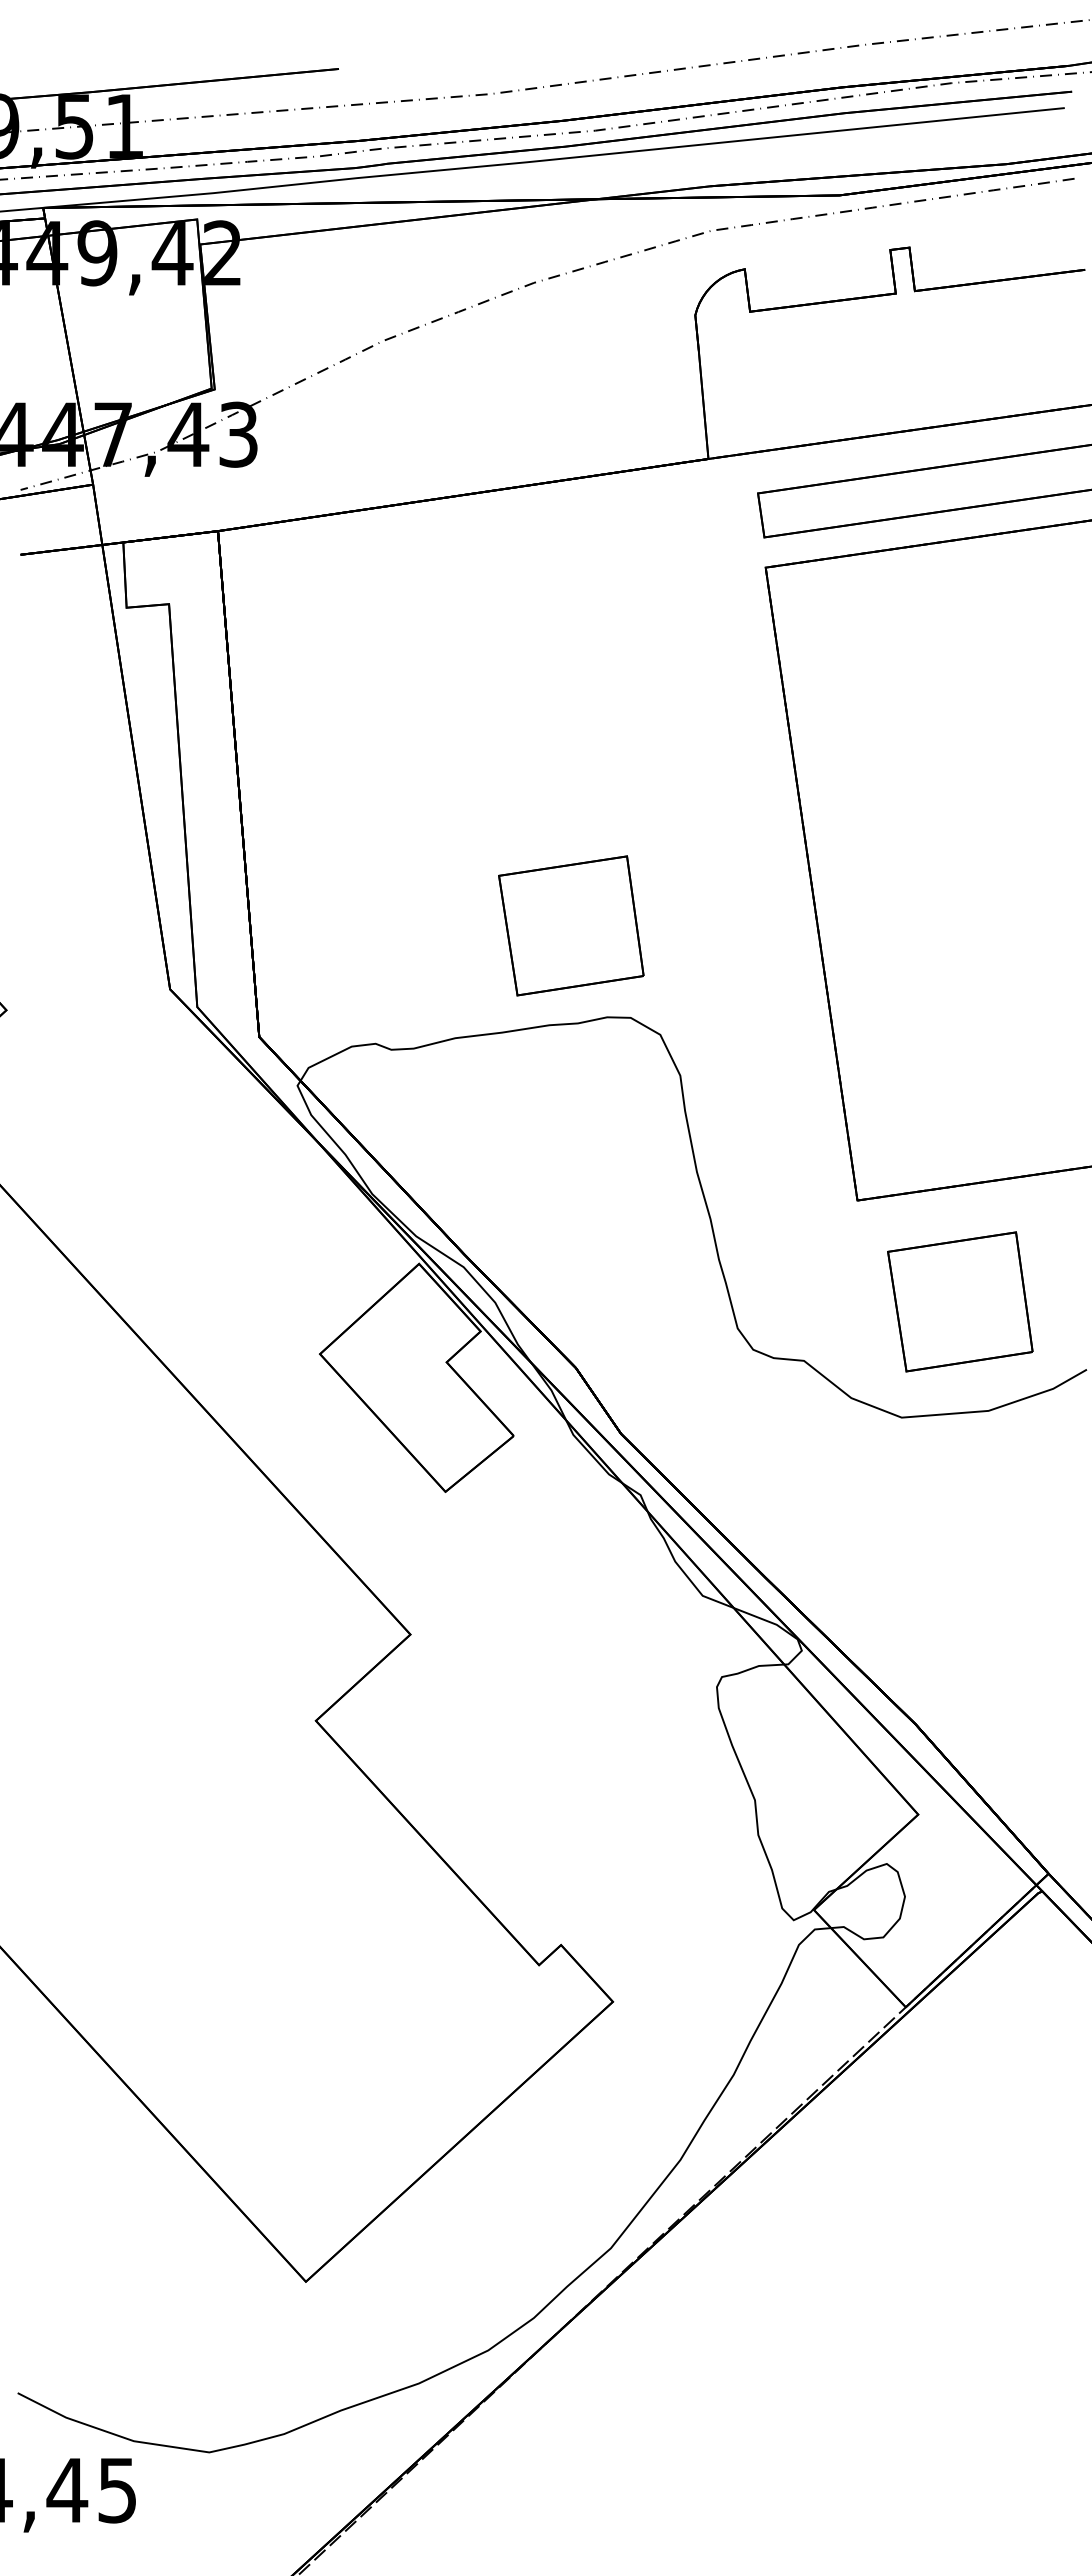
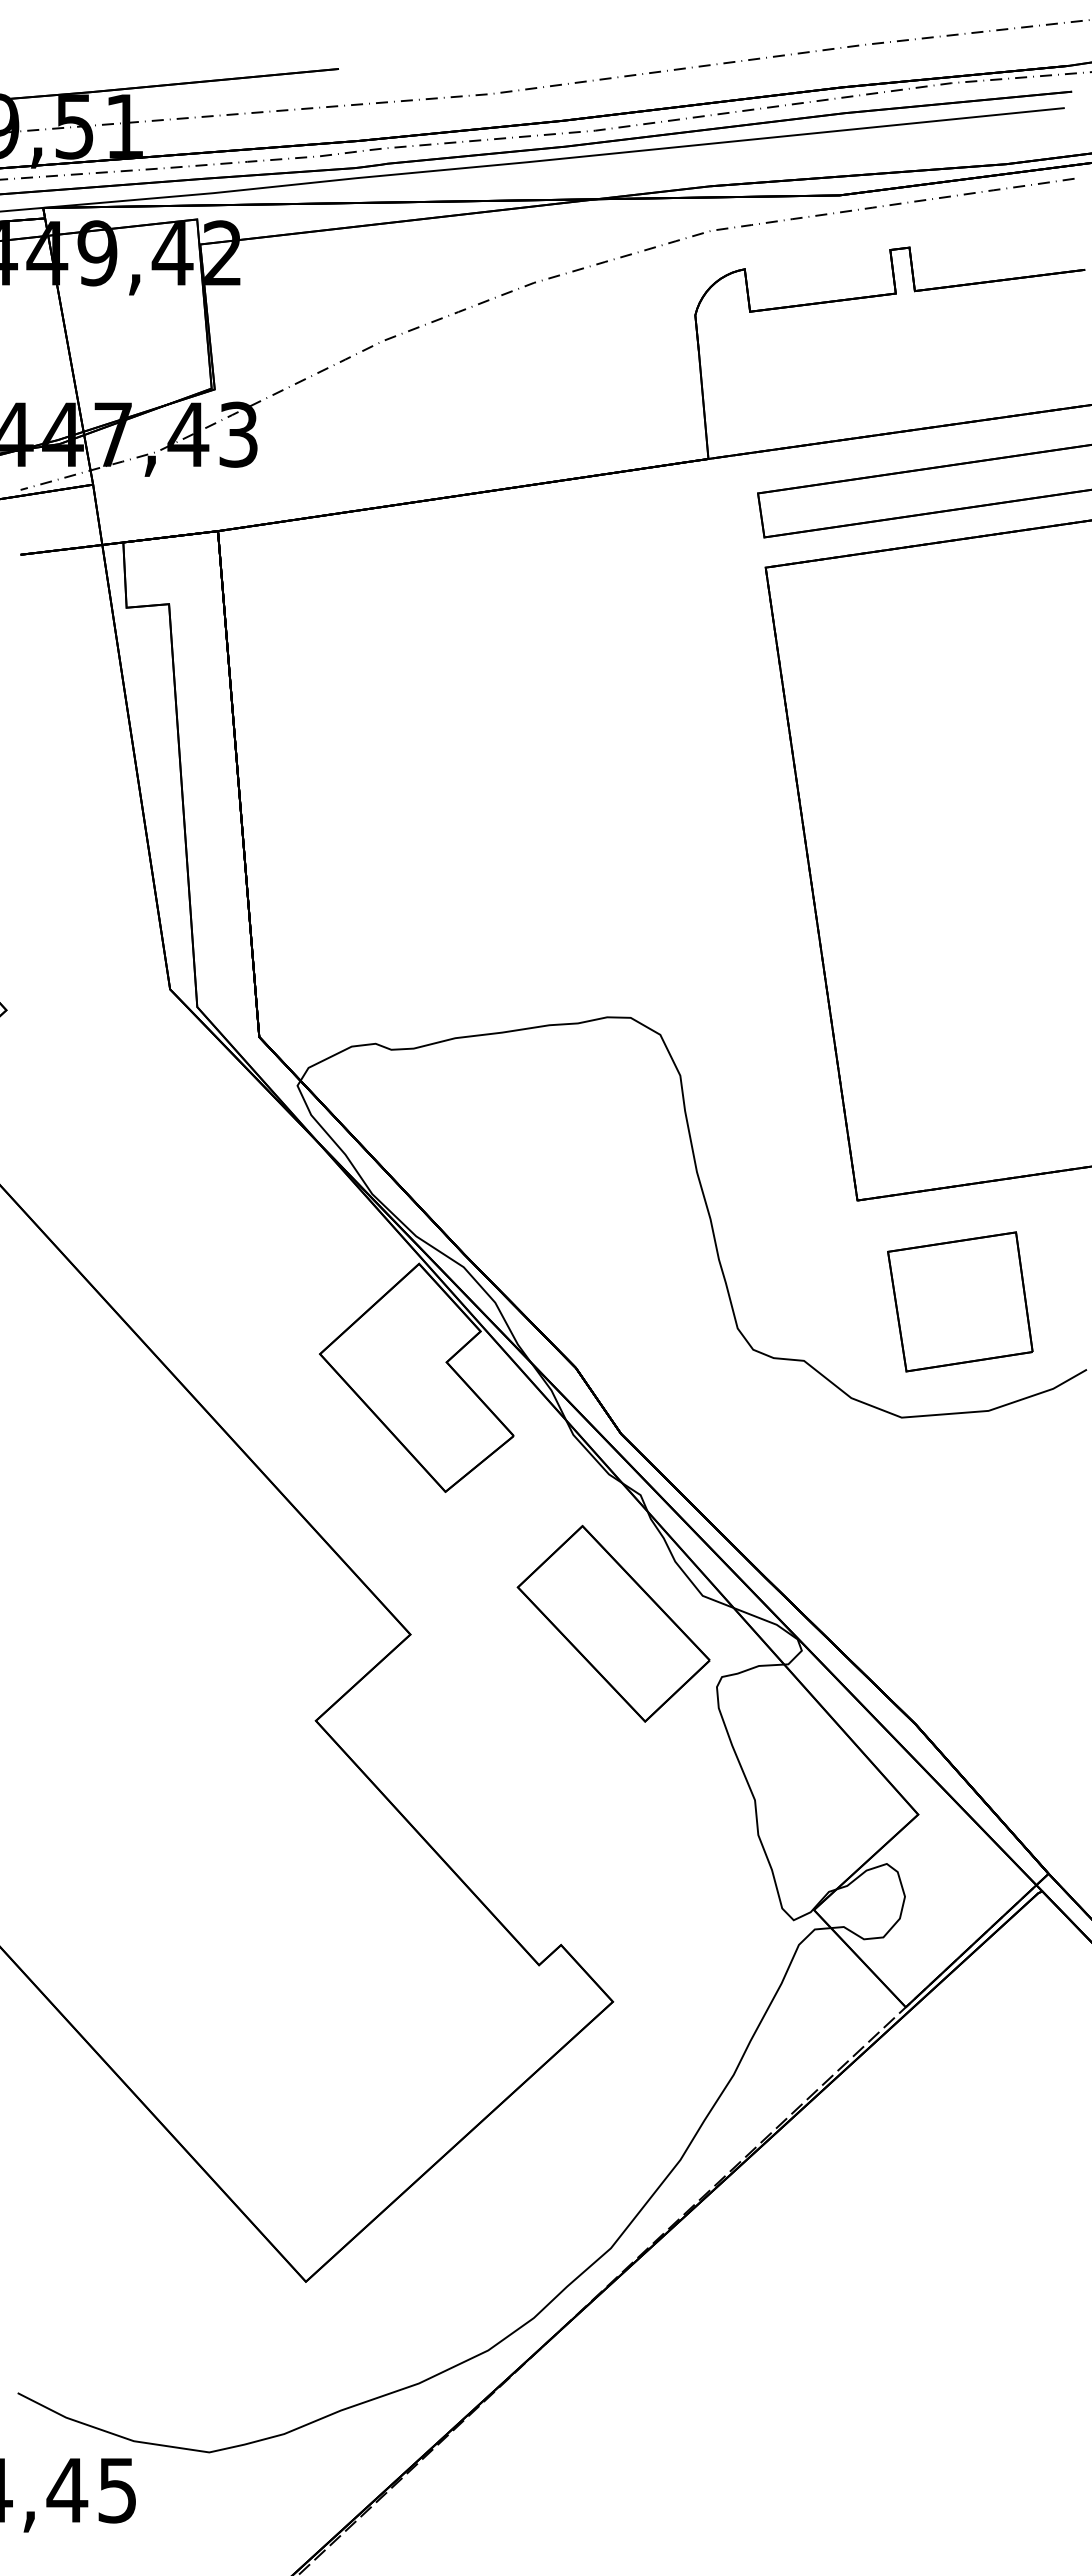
part at (571, 925): present -> none
part at (613, 1623): none -> present
